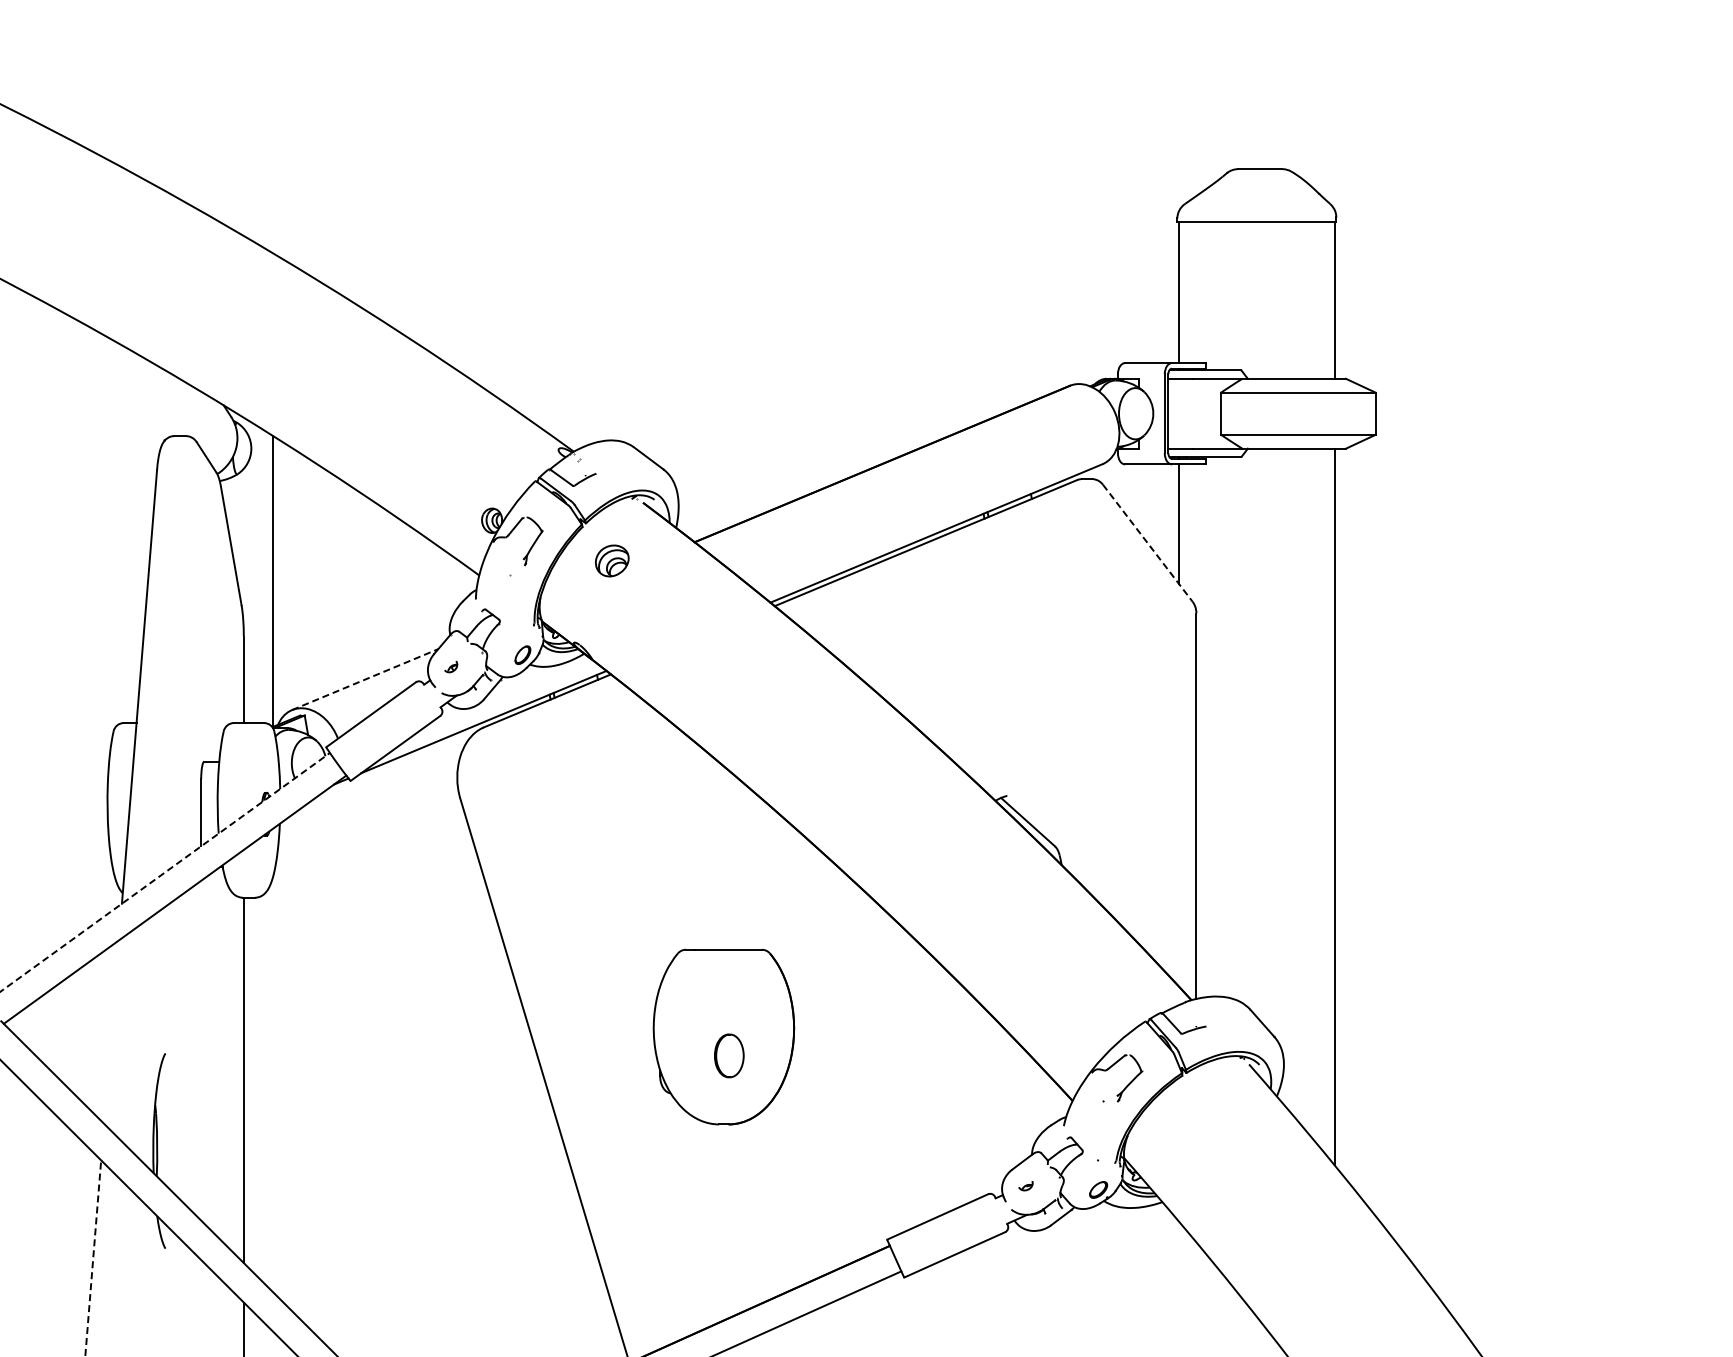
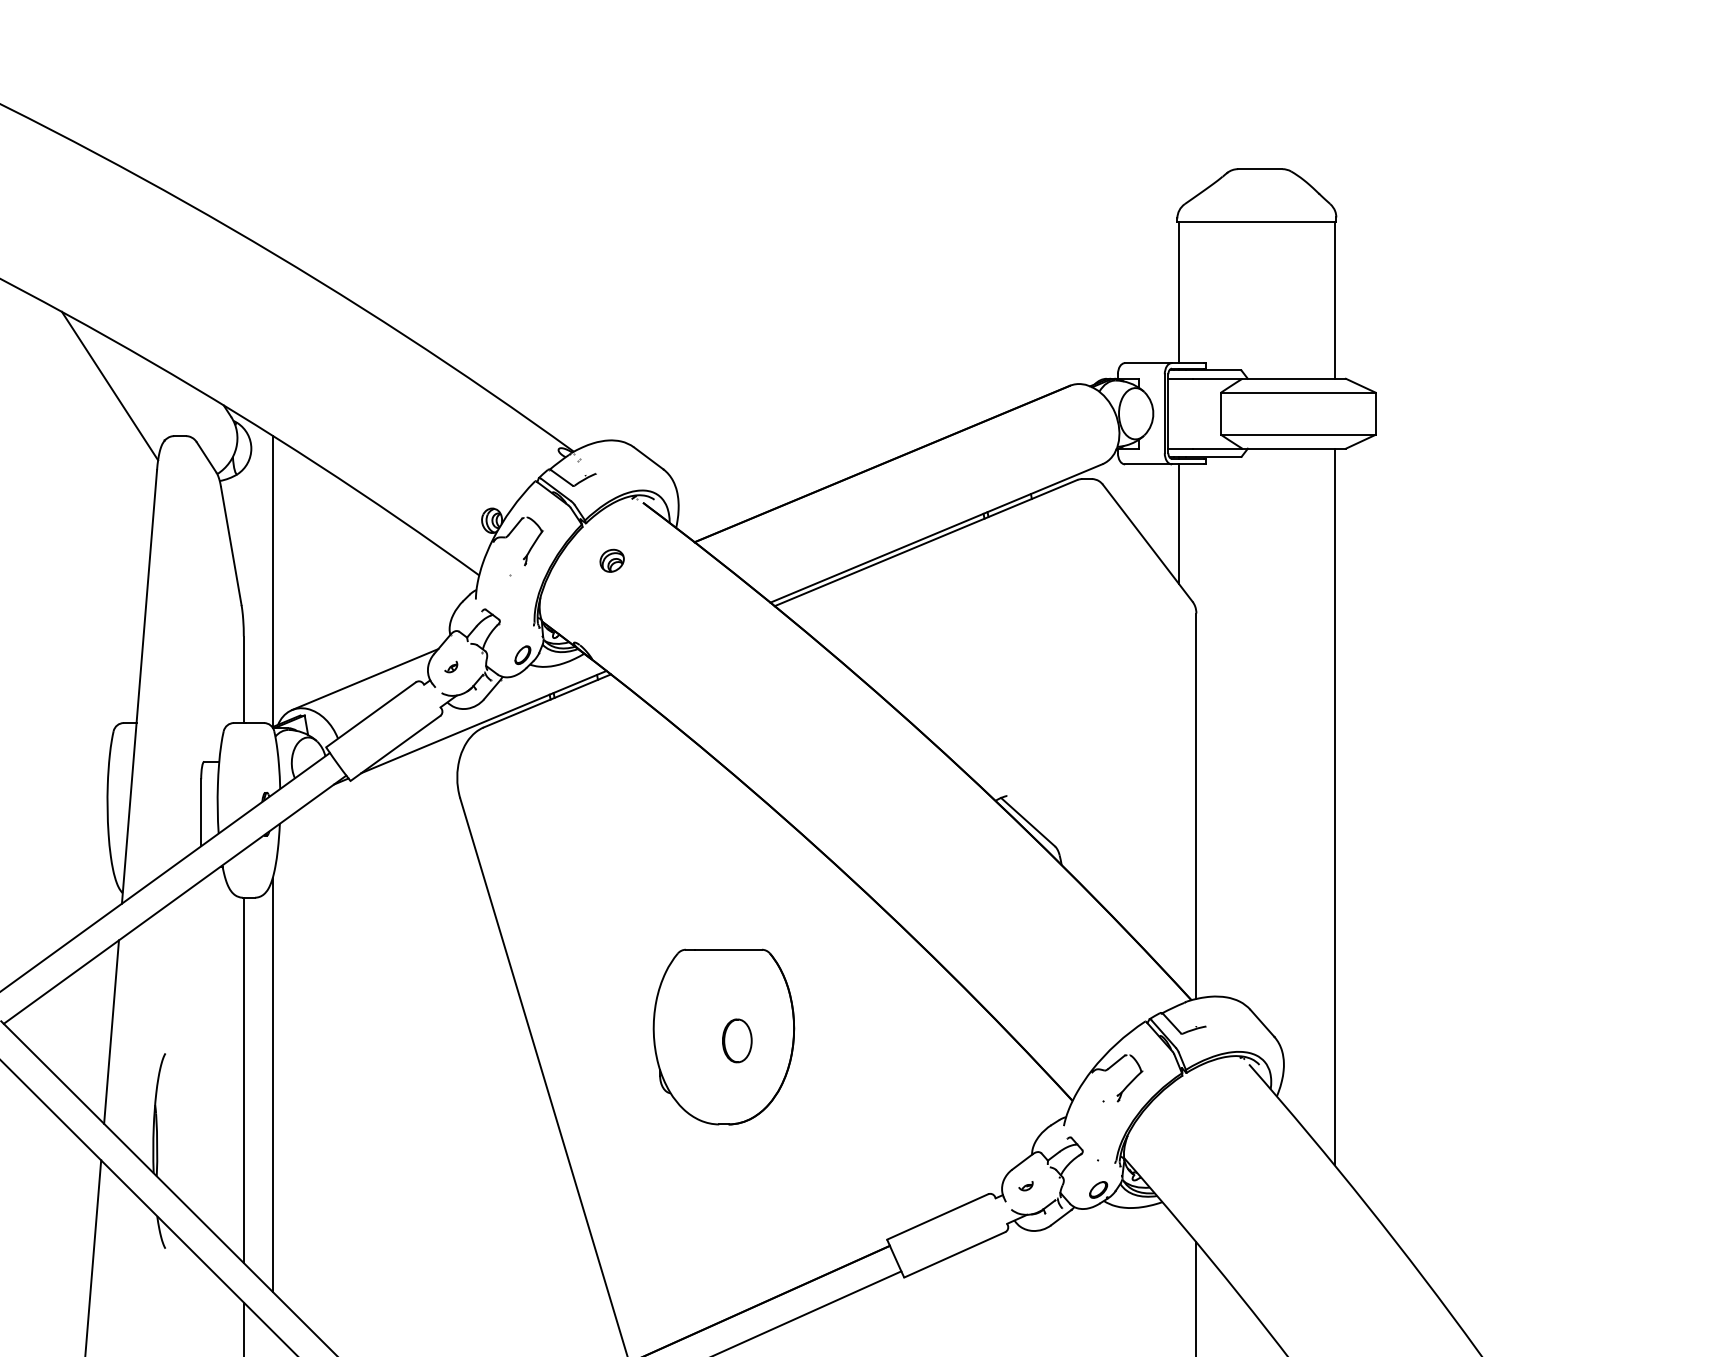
line at (109, 385): none -> present
line at (1147, 543): dashed -> solid
part at (612, 560) size: 35x34 px -> 26x25 px
line at (365, 679): dashed -> solid
line at (165, 872): dashed -> solid
line at (111, 1031): none -> present
part at (729, 1055) position: (729, 1055) -> (737, 1040)
line at (272, 1084): none -> present
line at (93, 1257): dashed -> solid
line at (1196, 1297): none -> present
